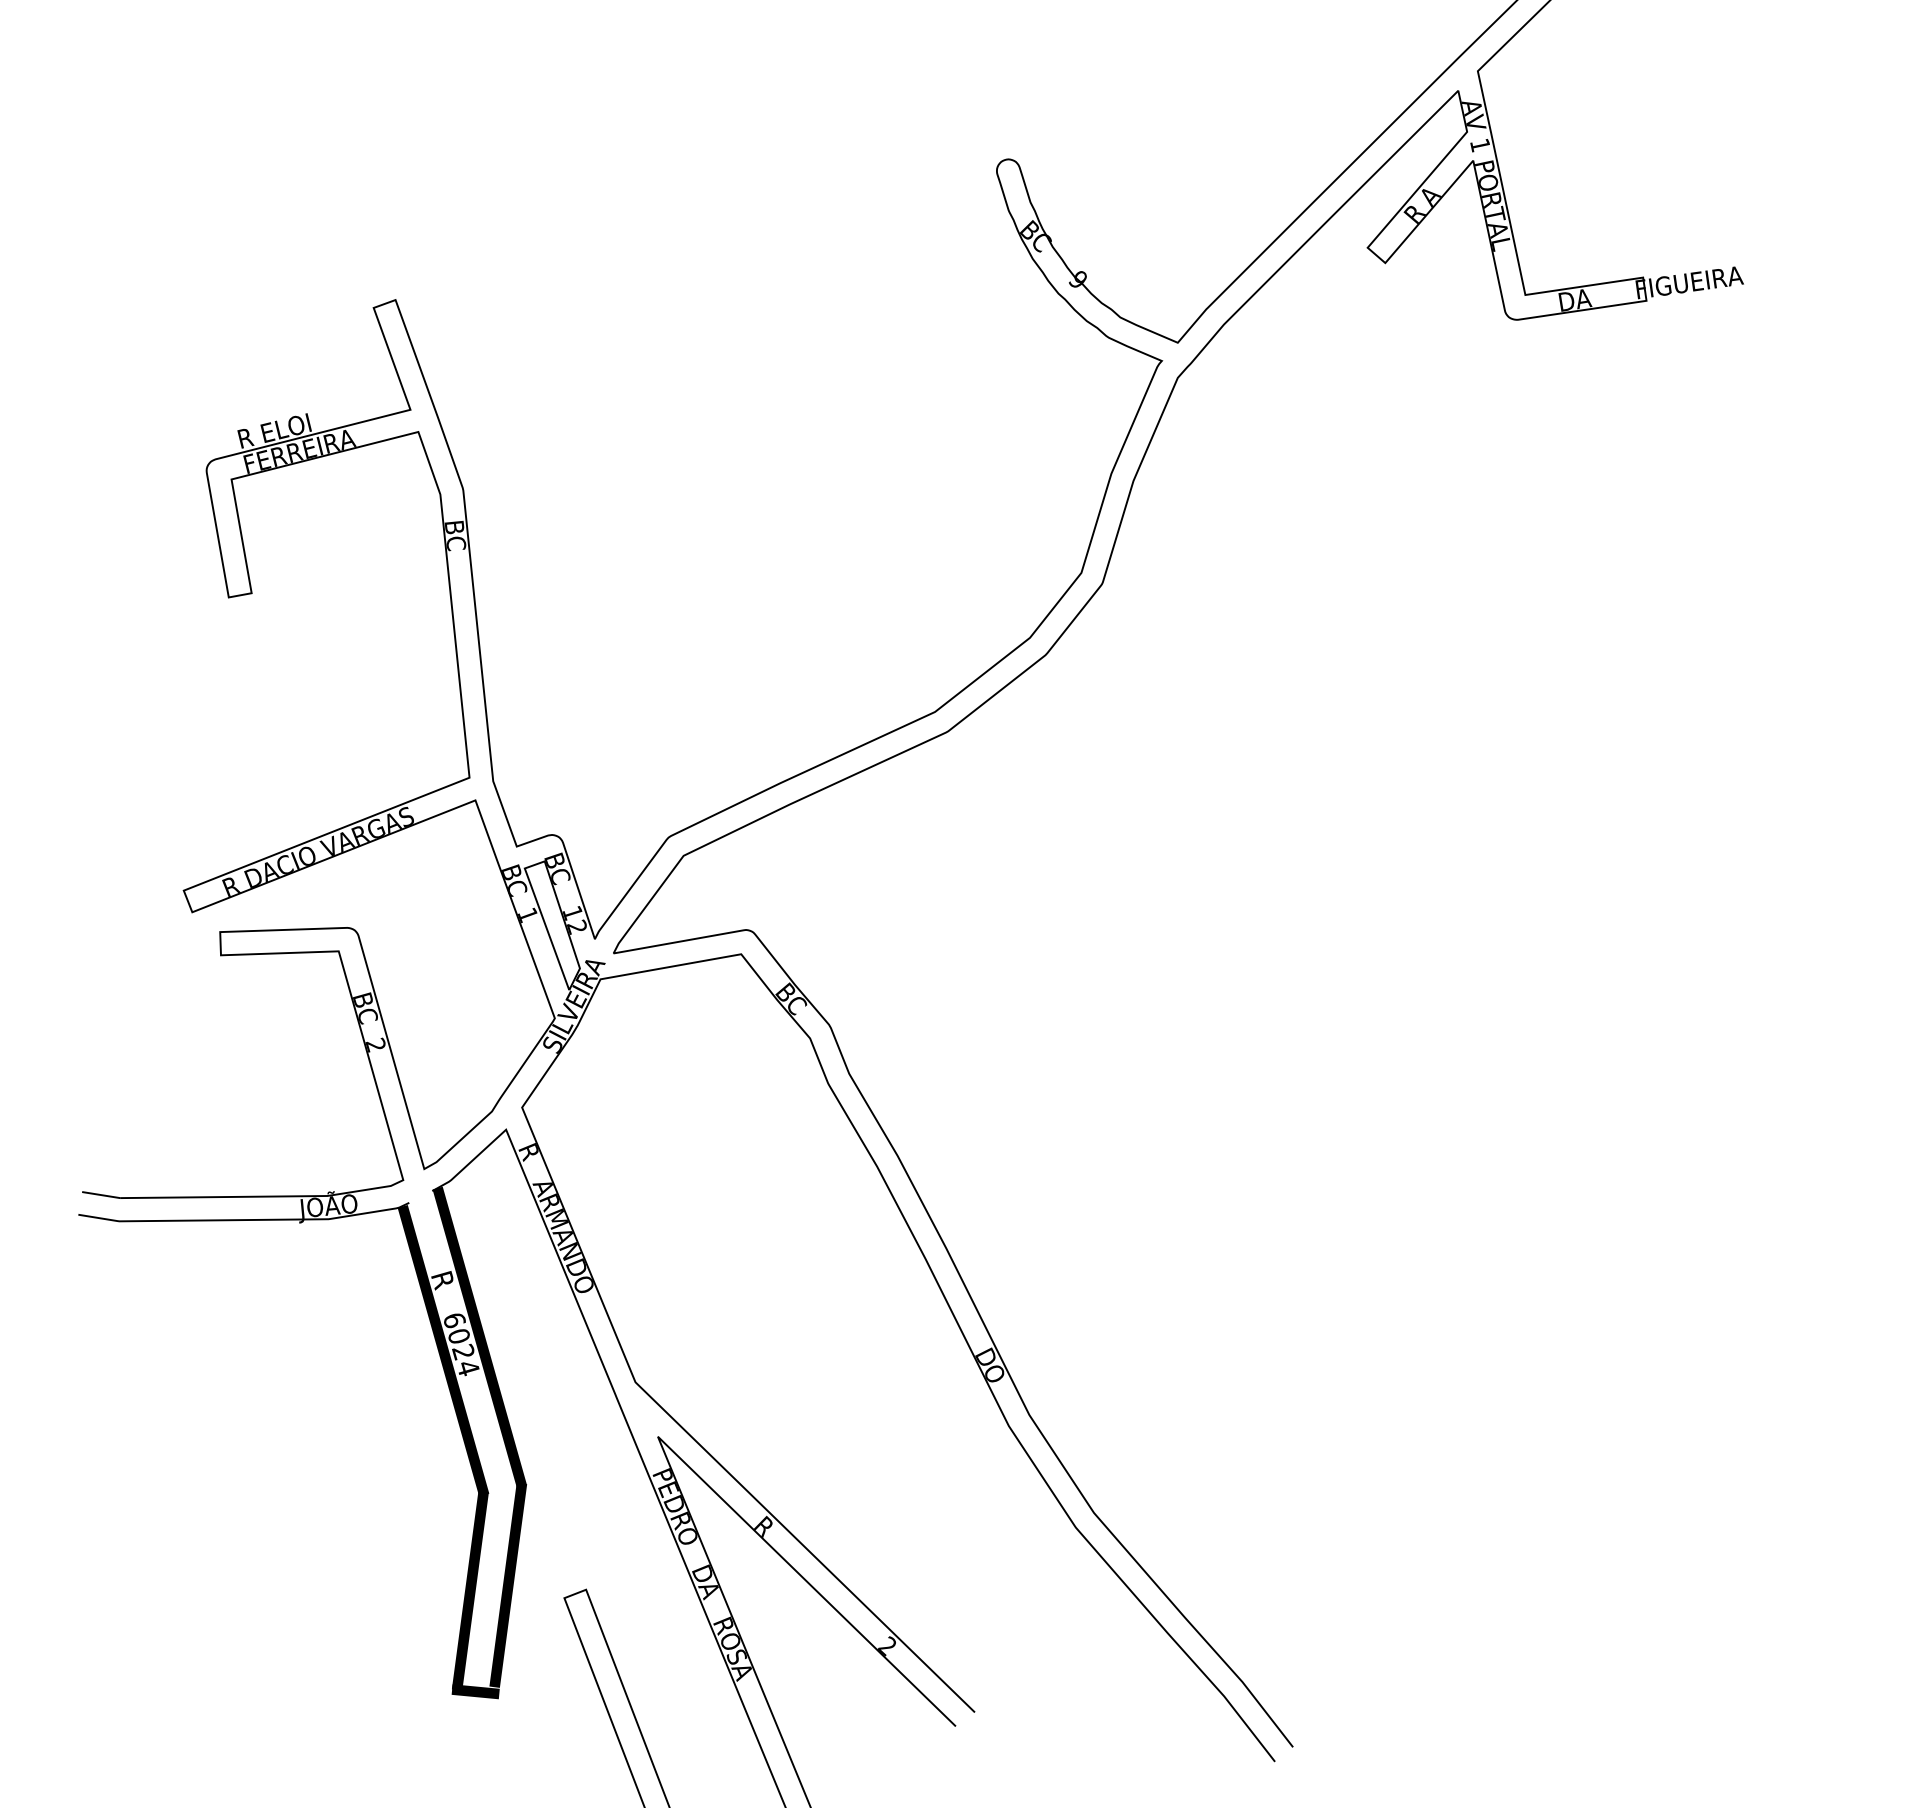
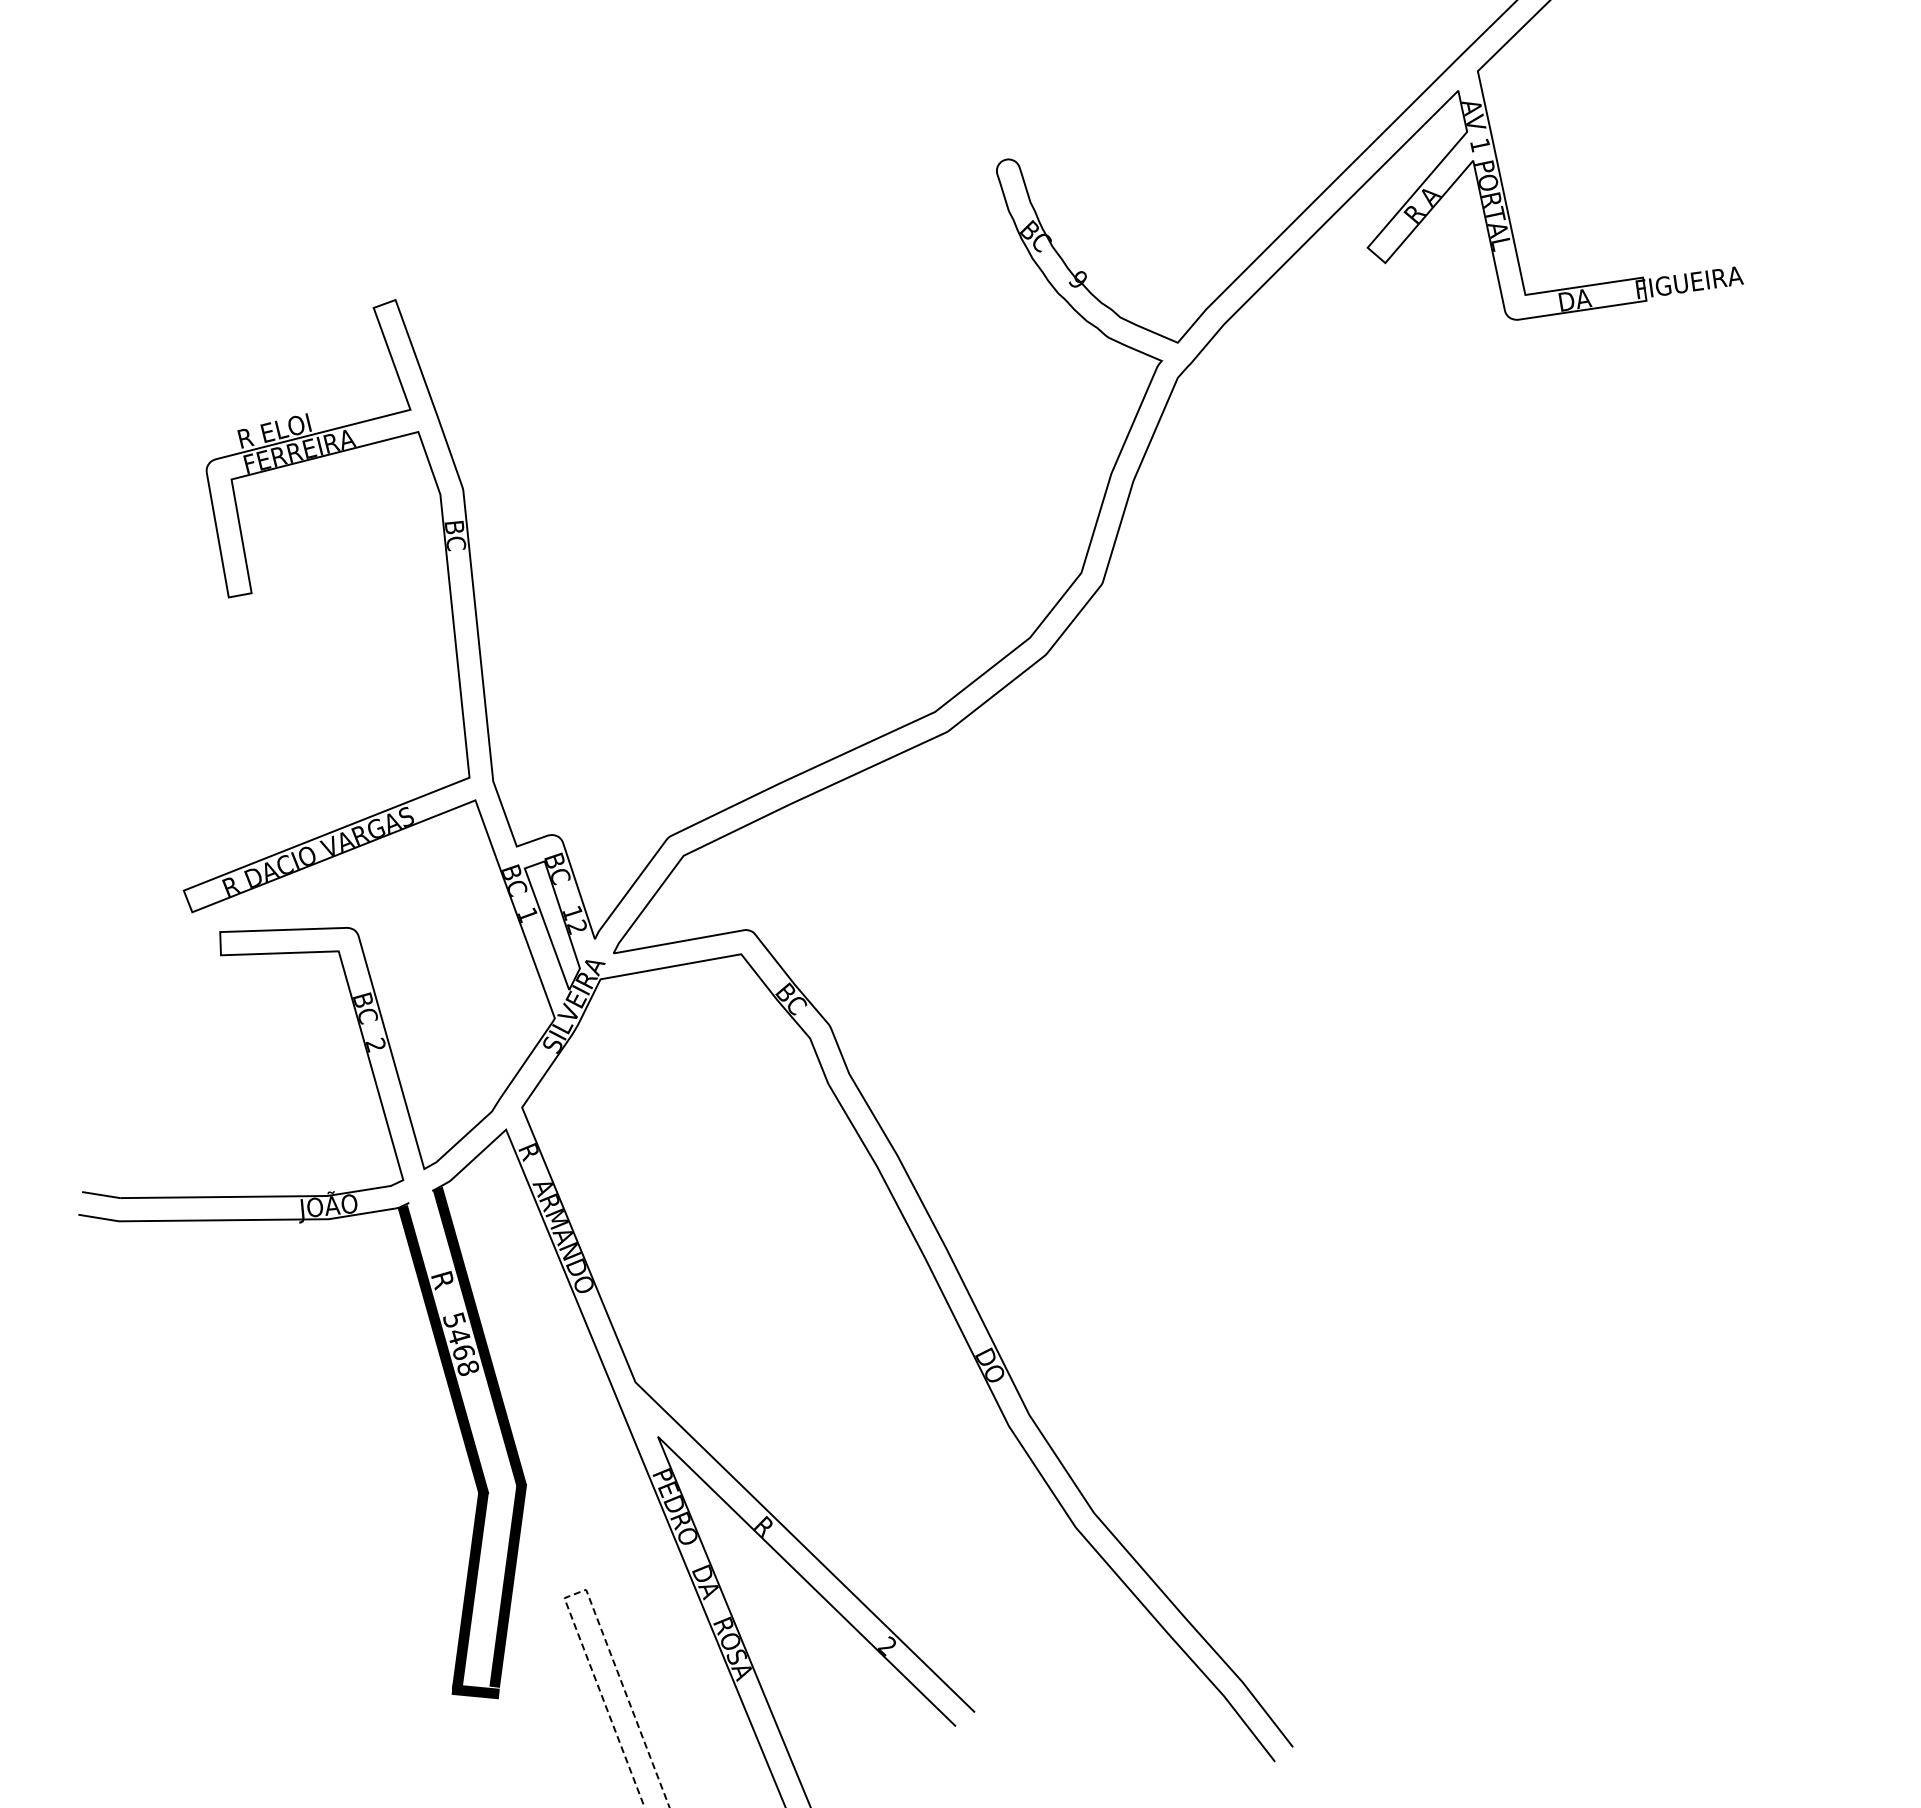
text at (461, 1344): 6024 -> 5468
line at (579, 1592): solid -> dashed
